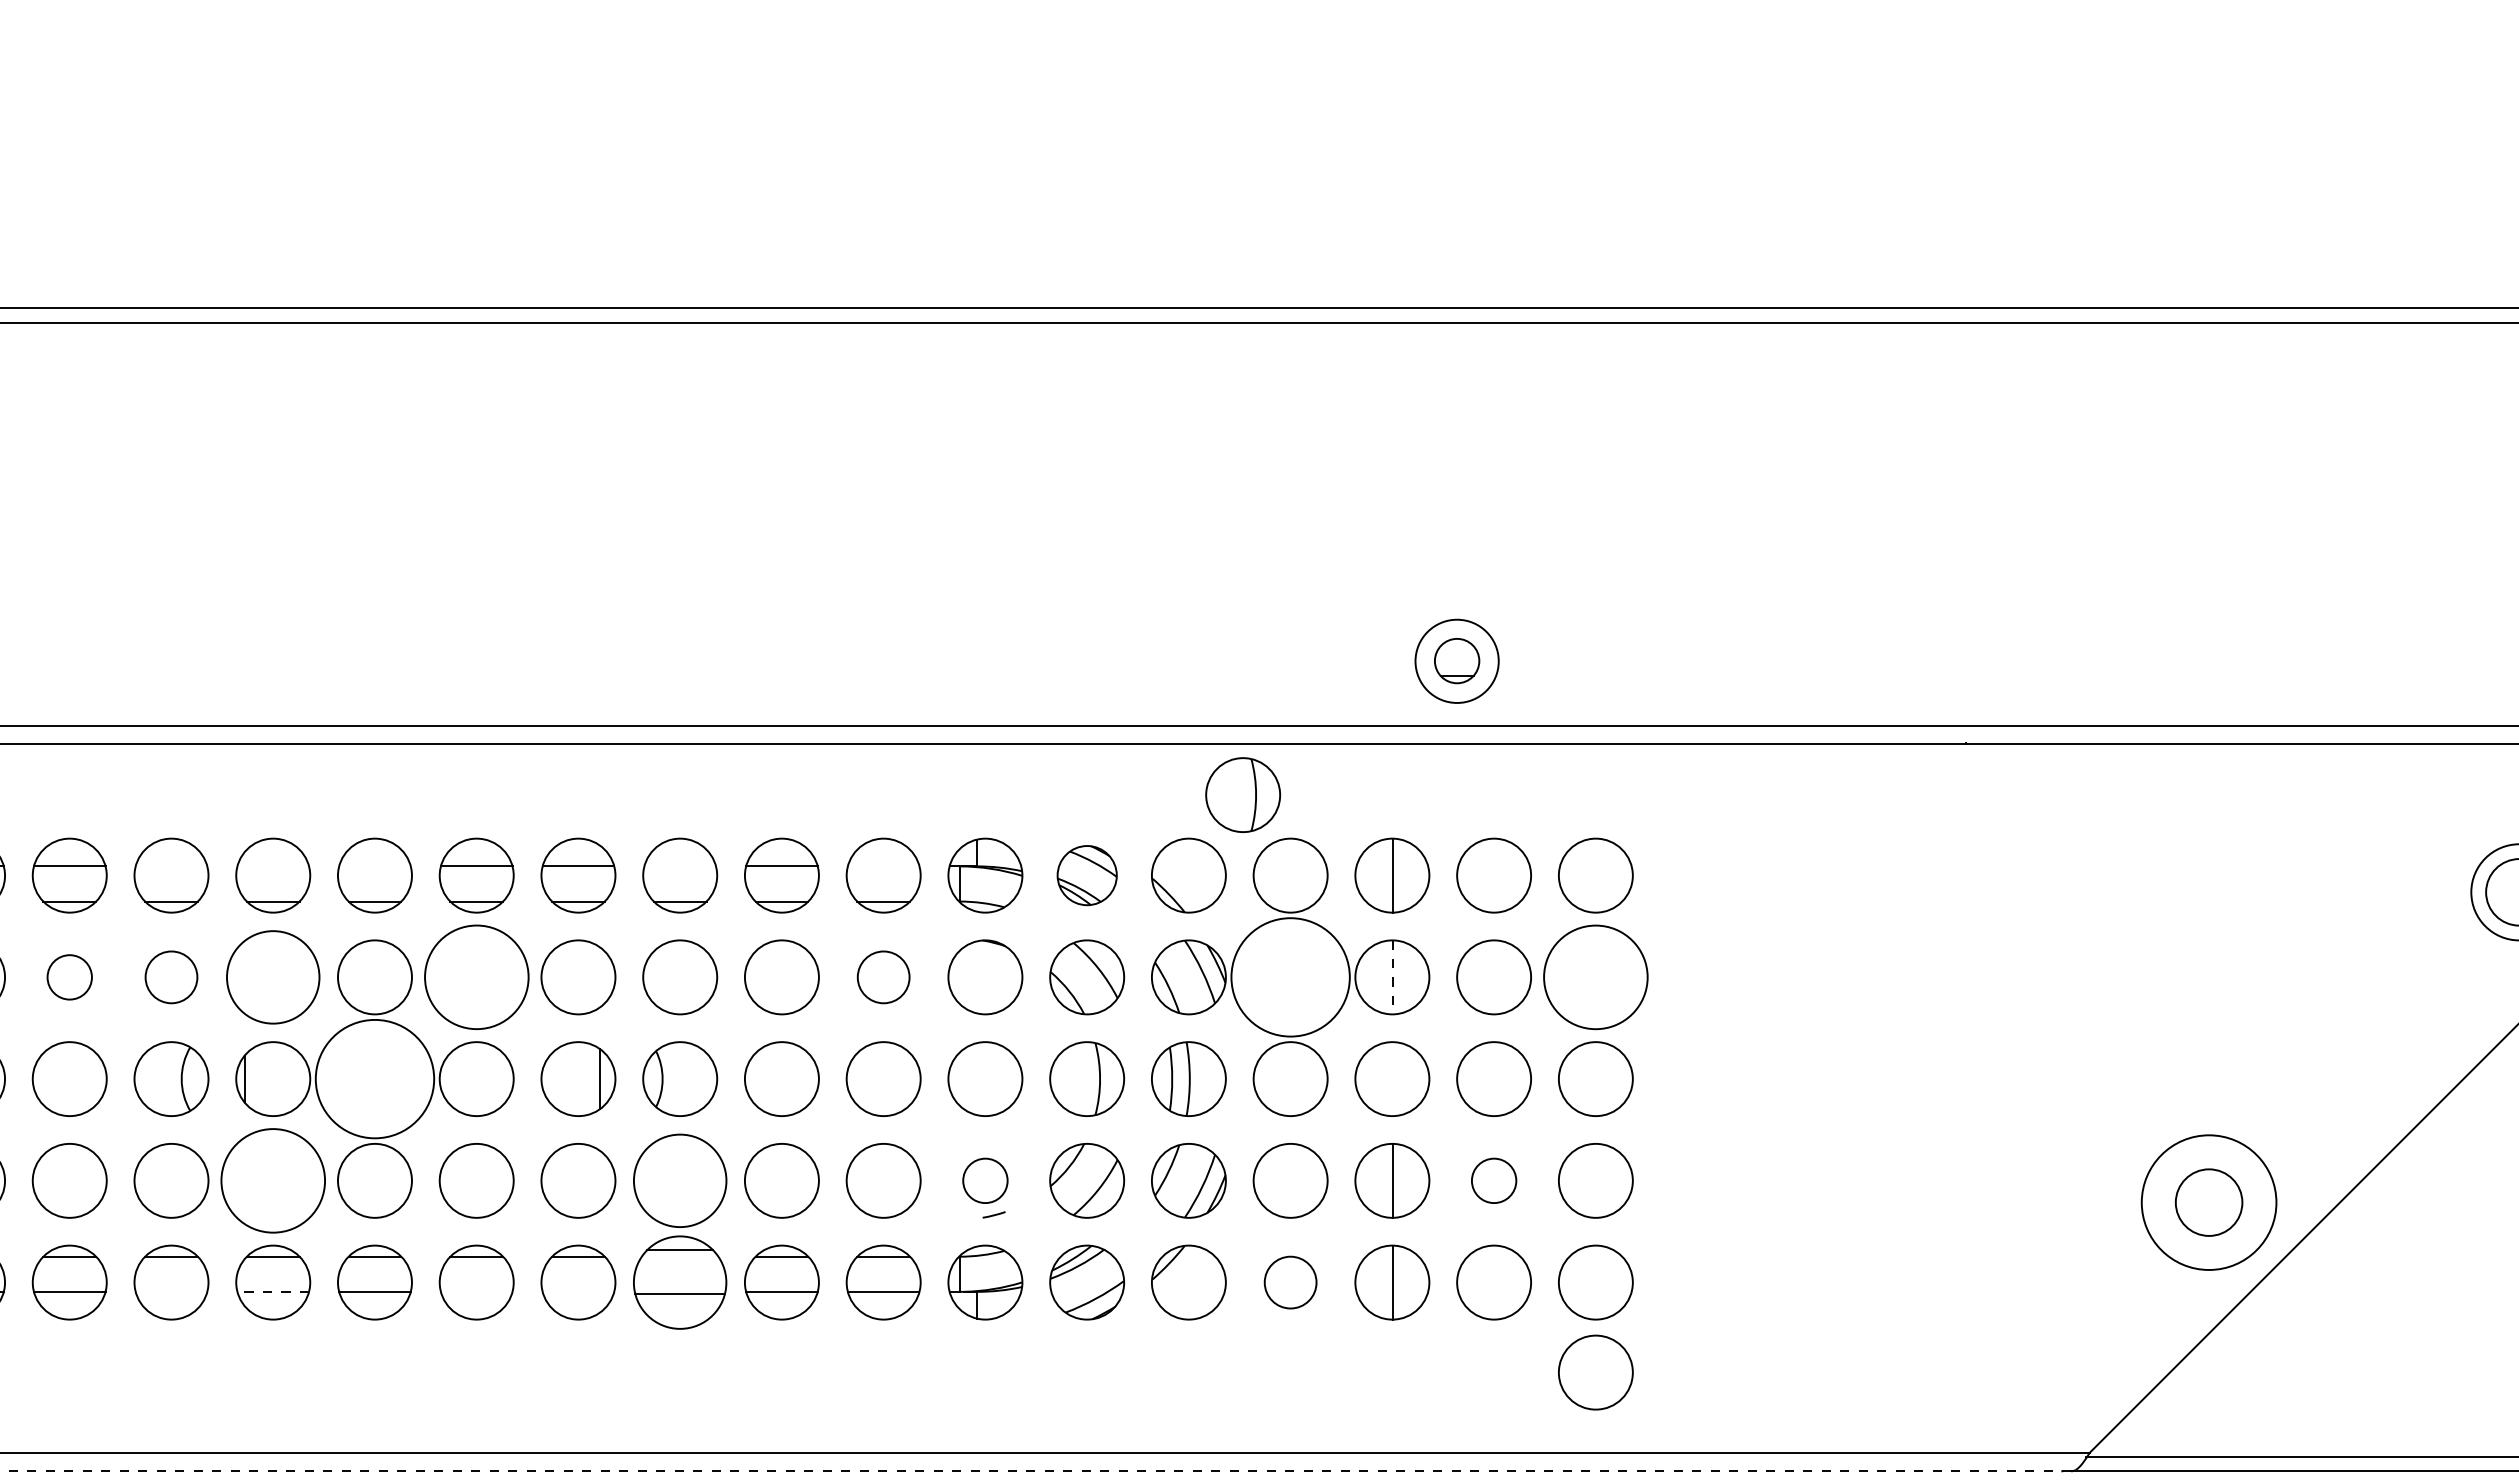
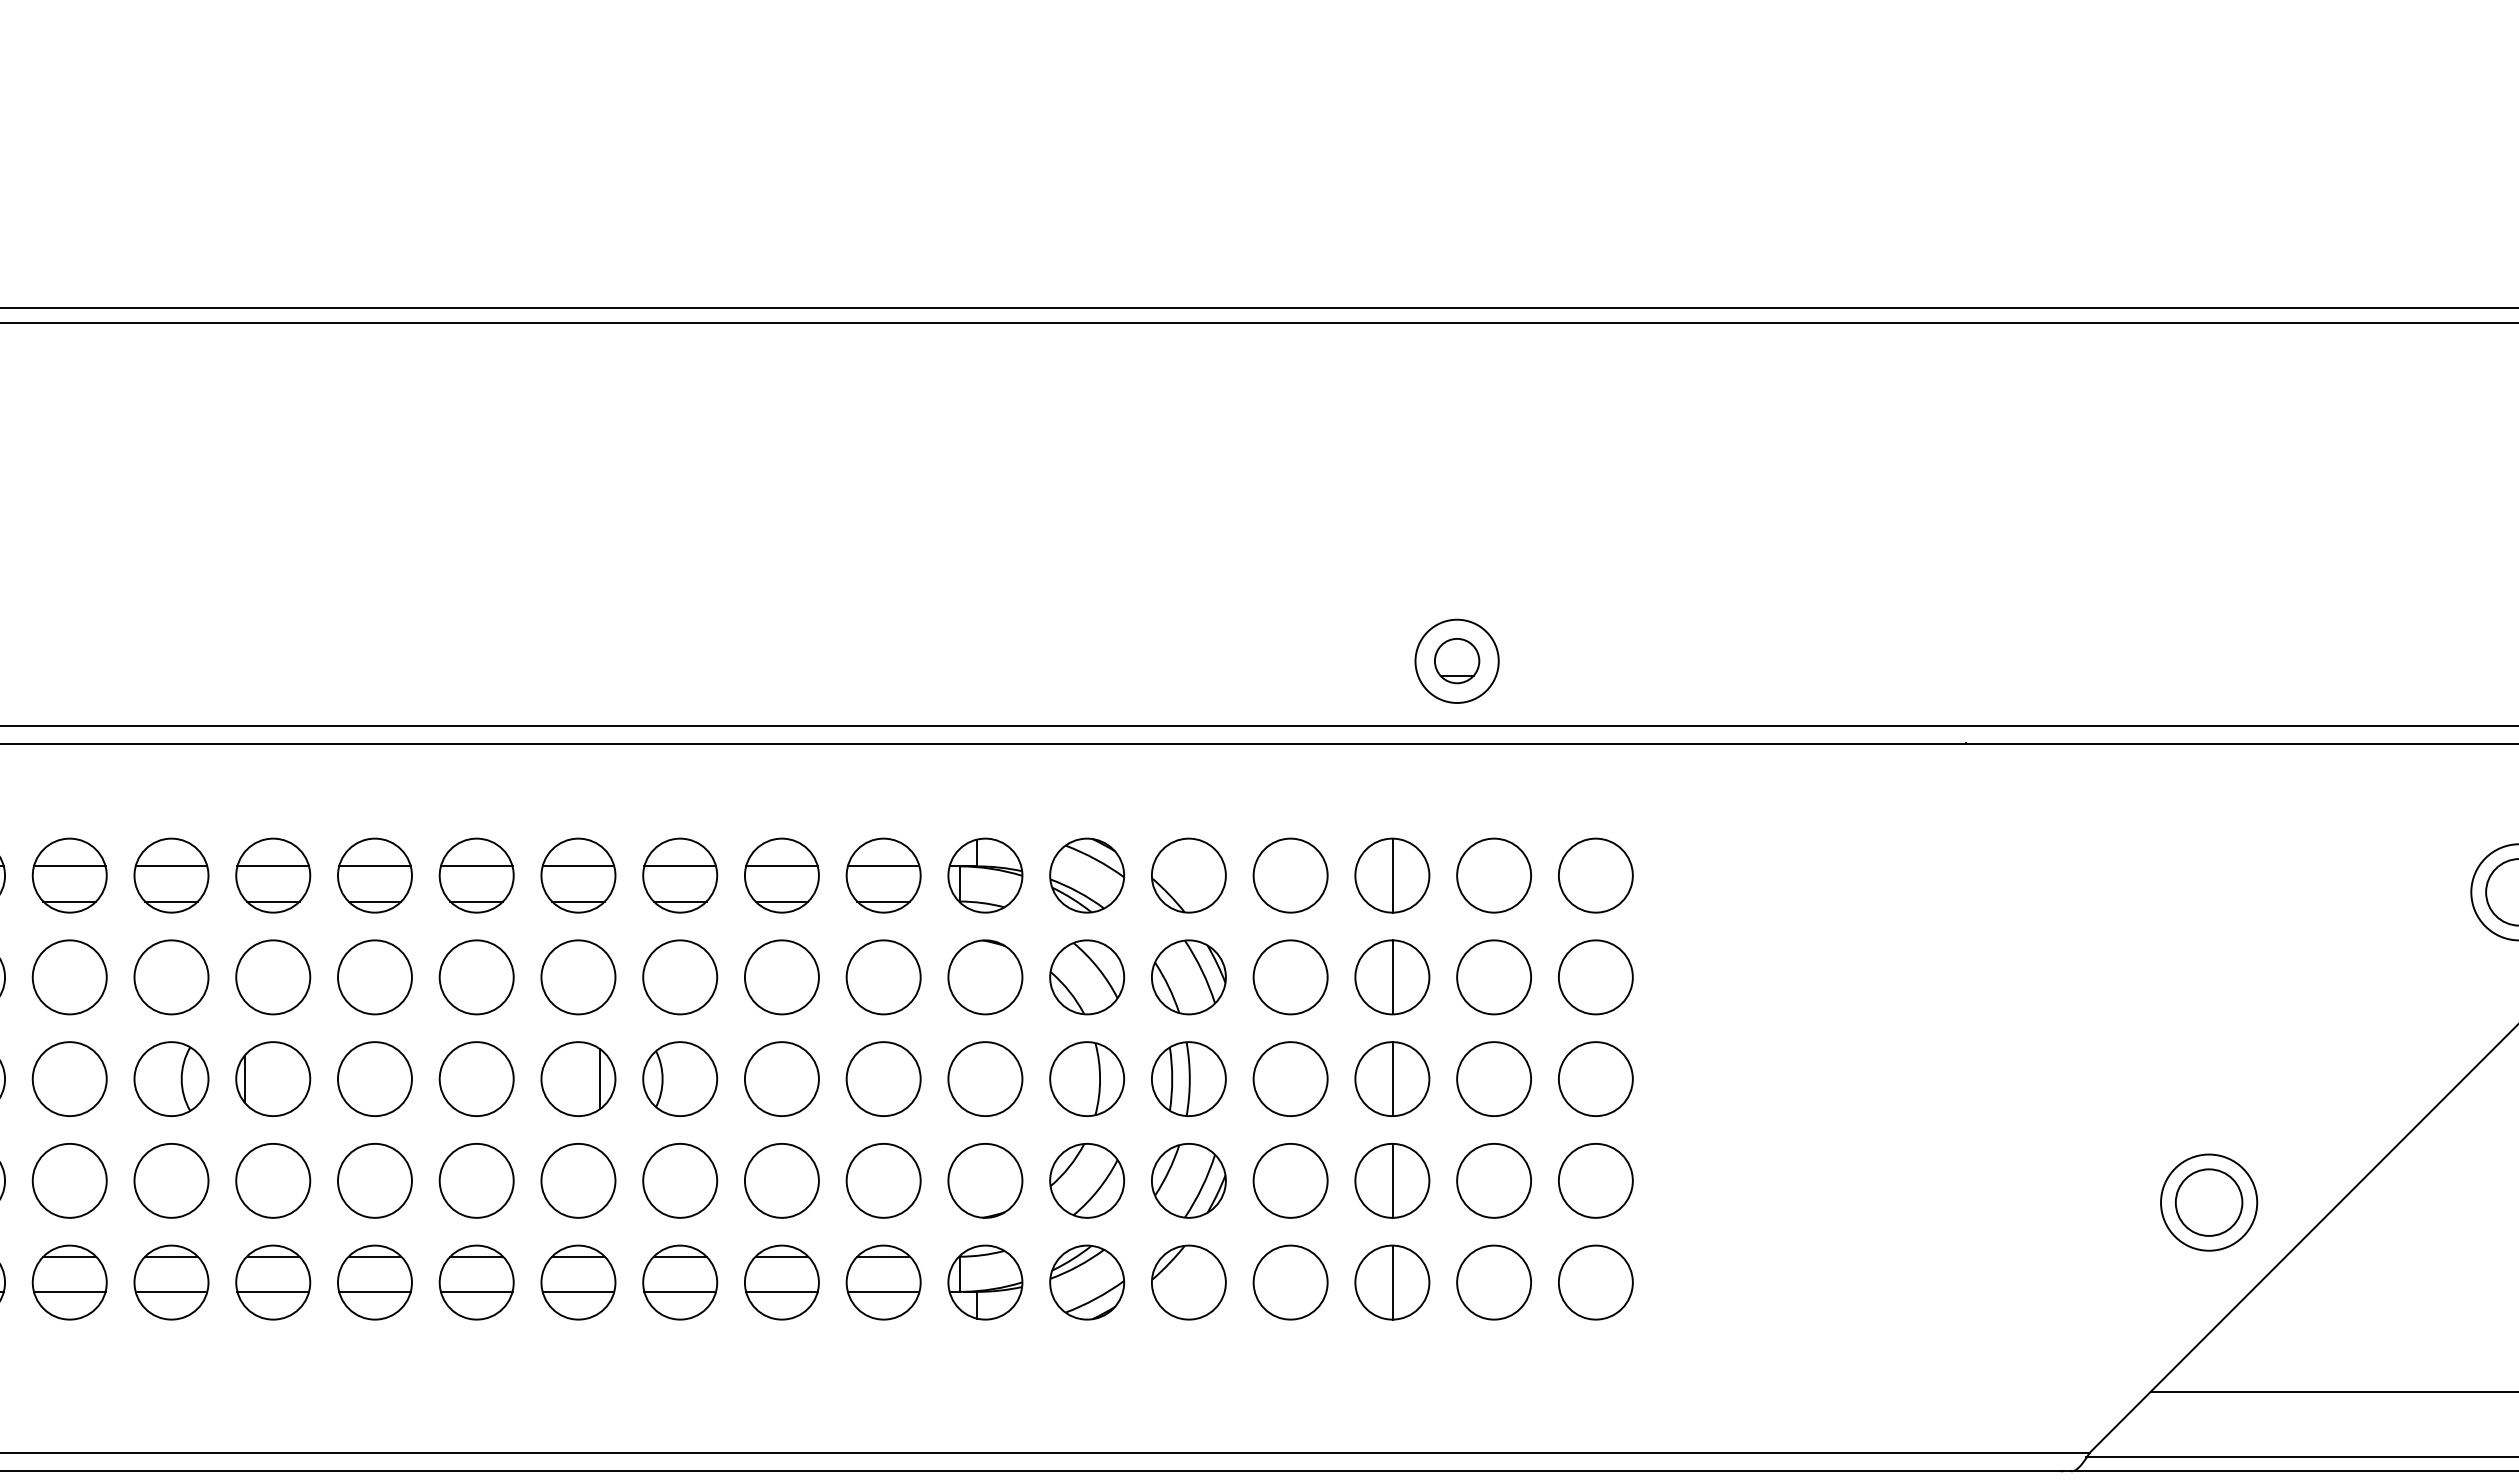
part at (1243, 794): present -> none
line at (171, 866): none -> present
line at (273, 866): none -> present
line at (374, 866): none -> present
line at (679, 866): none -> present
line at (883, 866): none -> present
part at (1086, 875) size: 62x62 px -> 77x77 px
circle at (476, 976) size: 106x106 px -> 77x77 px
circle at (69, 977) diameter: 44 px -> 74 px
circle at (171, 977) diameter: 52 px -> 74 px
circle at (273, 977) diameter: 92 px -> 74 px
circle at (883, 977) diameter: 52 px -> 74 px
circle at (1290, 977) diameter: 118 px -> 74 px
line at (1393, 977): dashed -> solid
circle at (1595, 977) diameter: 104 px -> 74 px
circle at (374, 1078) diameter: 118 px -> 74 px
line at (1393, 1079): none -> present
circle at (273, 1180) diameter: 104 px -> 74 px
circle at (679, 1180) diameter: 92 px -> 74 px
circle at (985, 1180) diameter: 44 px -> 74 px
circle at (1493, 1180) diameter: 44 px -> 74 px
circle at (2208, 1202) diameter: 135 px -> 96 px
part at (680, 1282) size: 95x95 px -> 77x77 px
circle at (1290, 1282) diameter: 52 px -> 74 px
line at (171, 1291): none -> present
line at (273, 1291): dashed -> solid
line at (476, 1291): none -> present
line at (578, 1291): none -> present
circle at (1595, 1372): present -> none
line at (2332, 1391): none -> present
line at (1035, 1471): dashed -> solid
